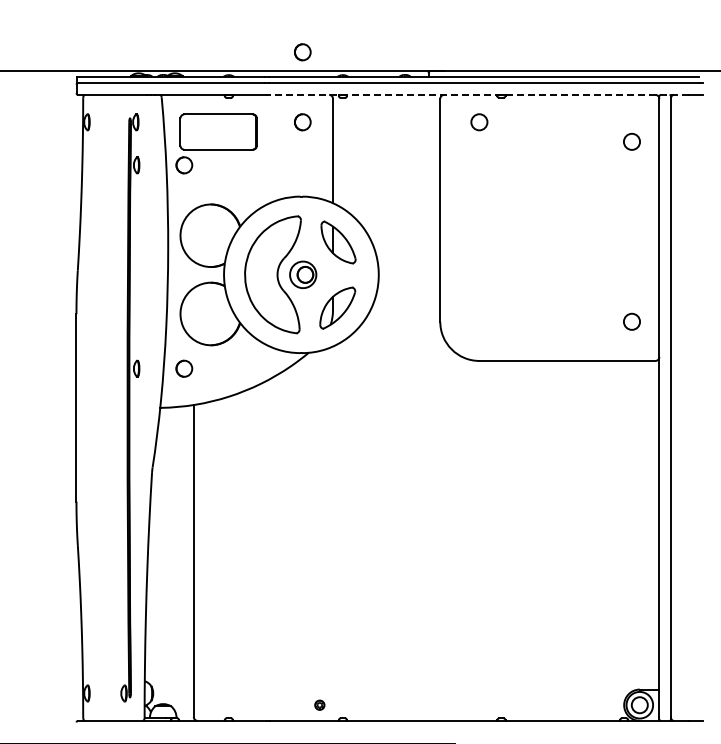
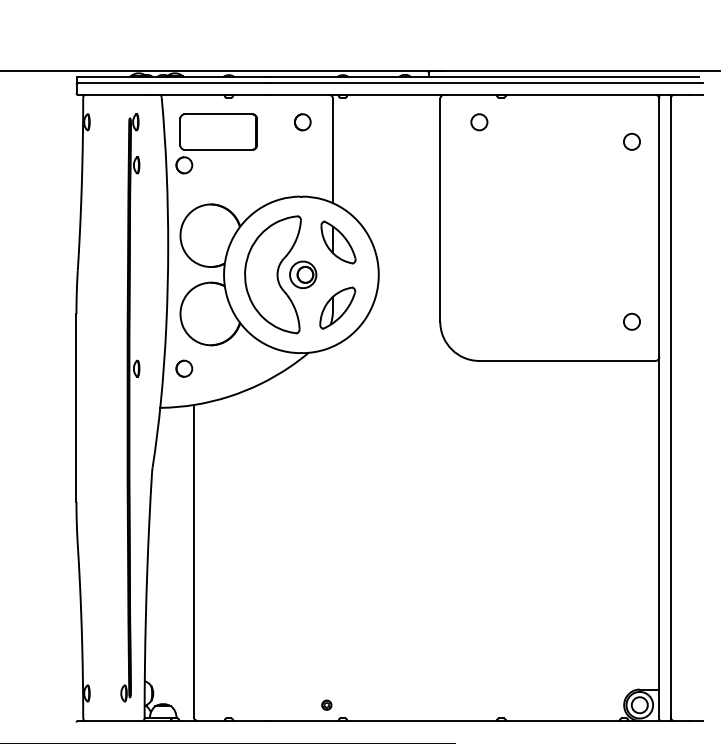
part at (302, 52): present -> none
line at (479, 94): dashed -> solid
part at (319, 704) position: (319, 704) -> (326, 704)
